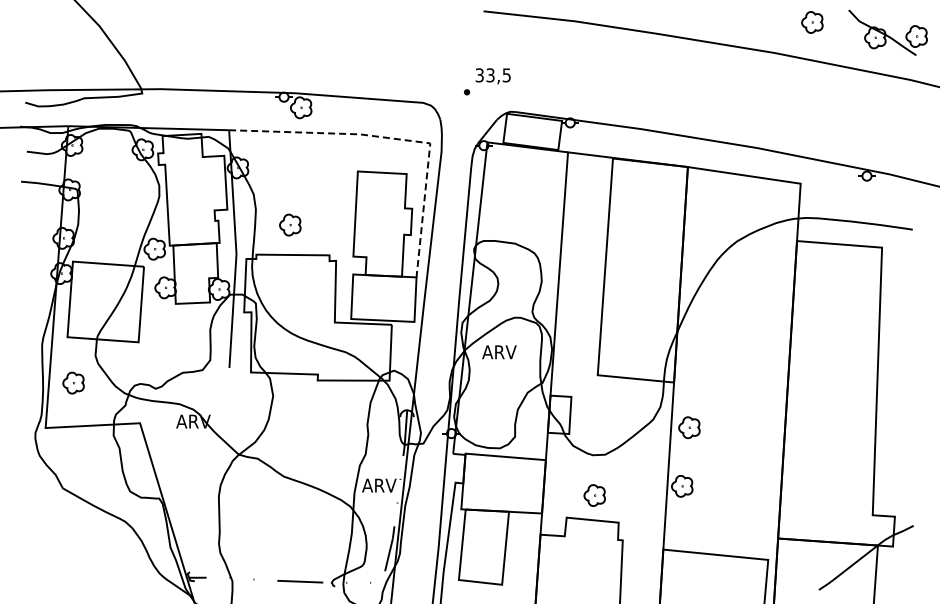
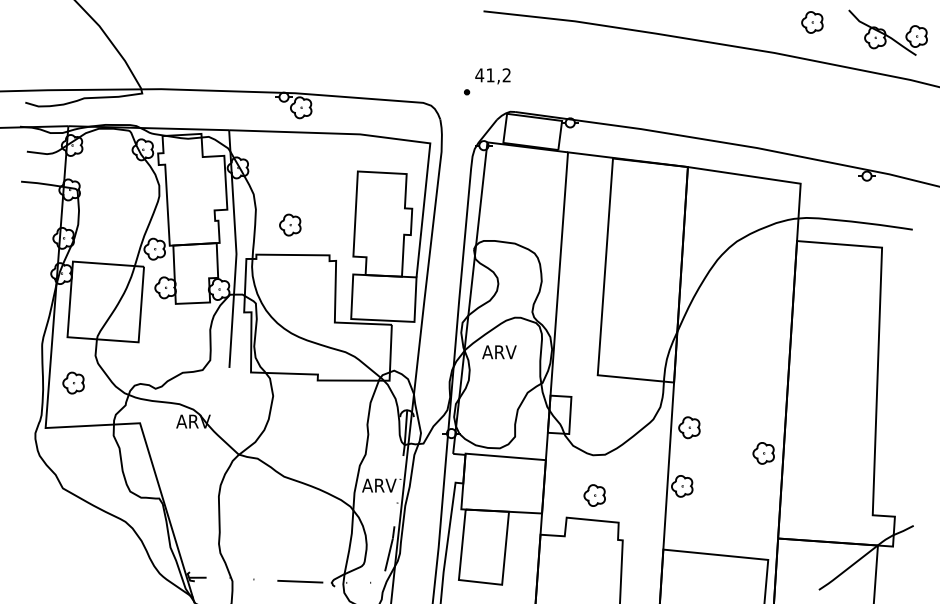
text at (492, 75): 33,5 -> 41,2
line at (396, 139): dashed -> solid
part at (763, 453): none -> present
